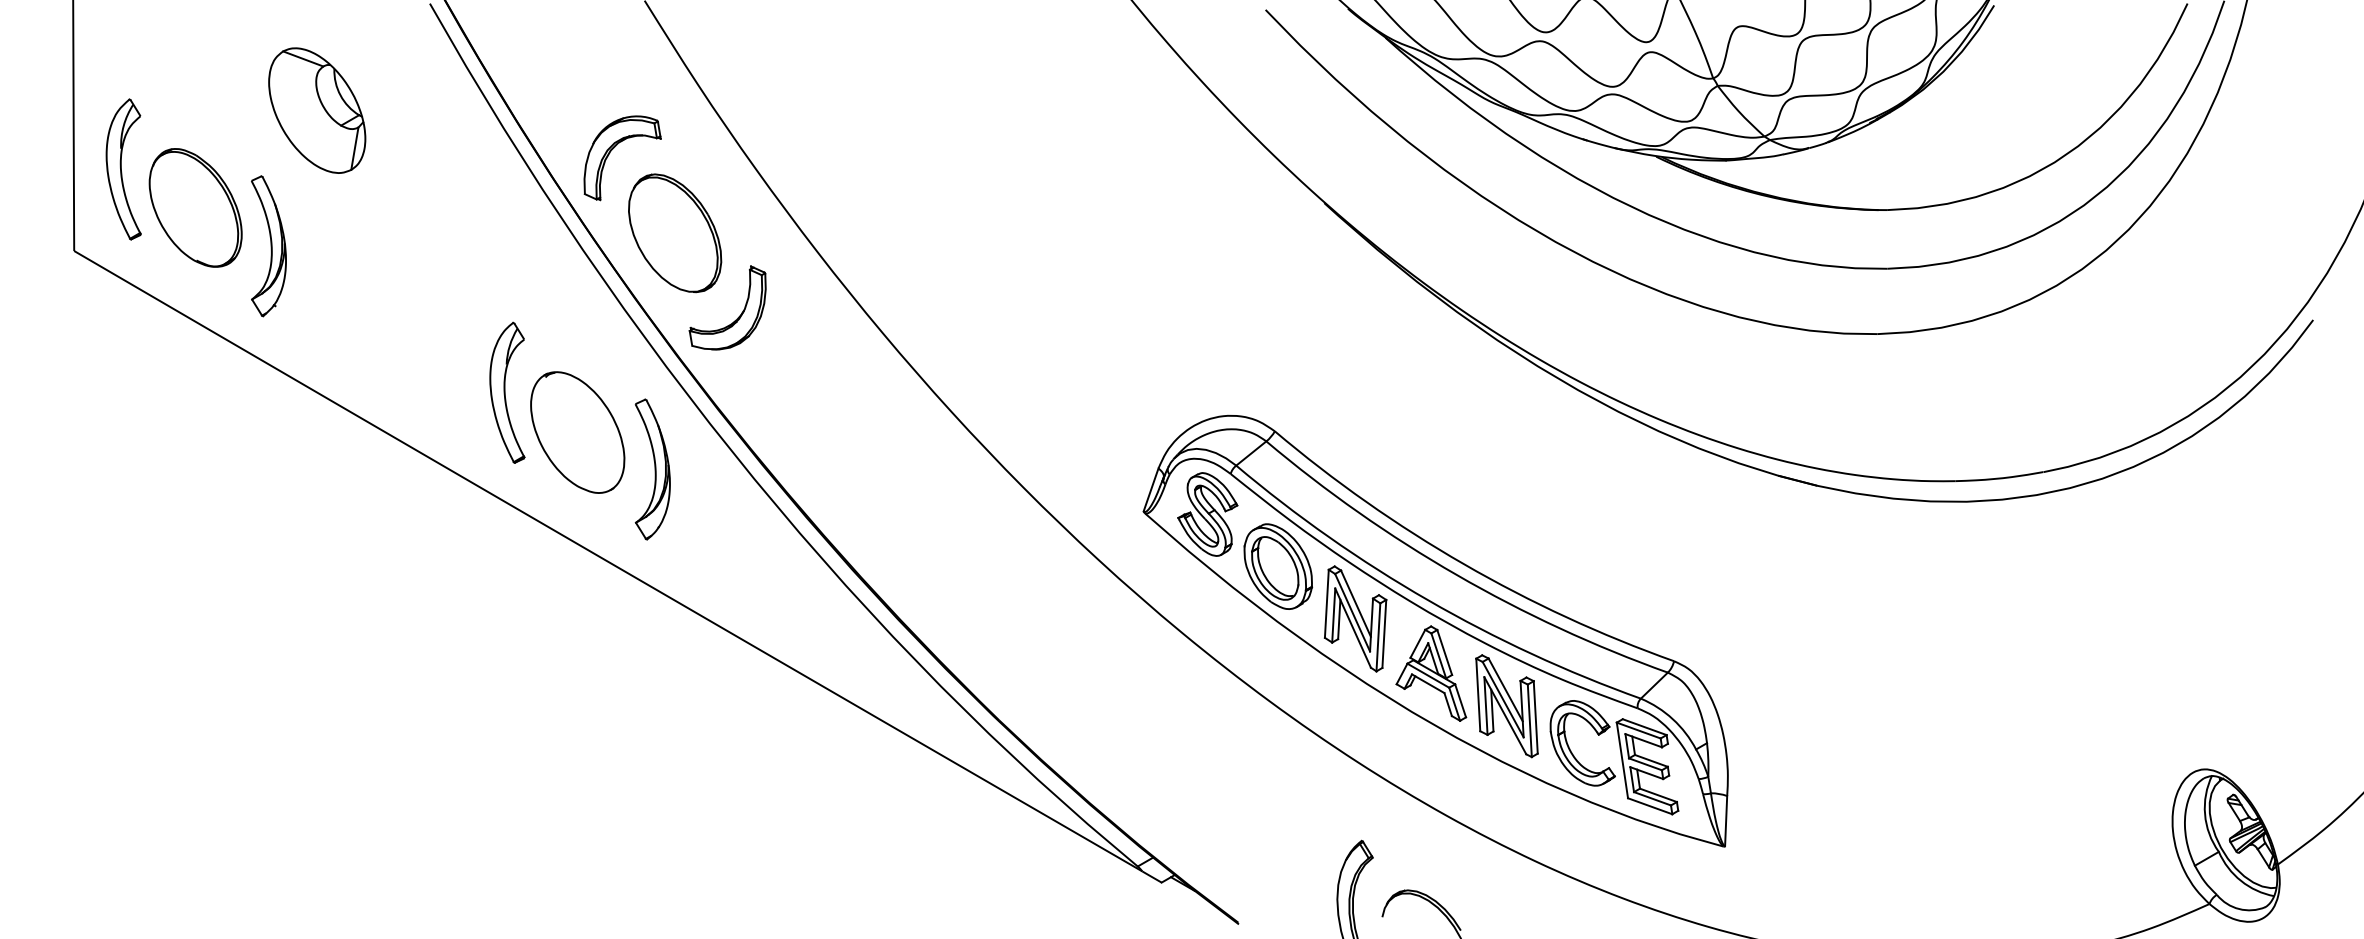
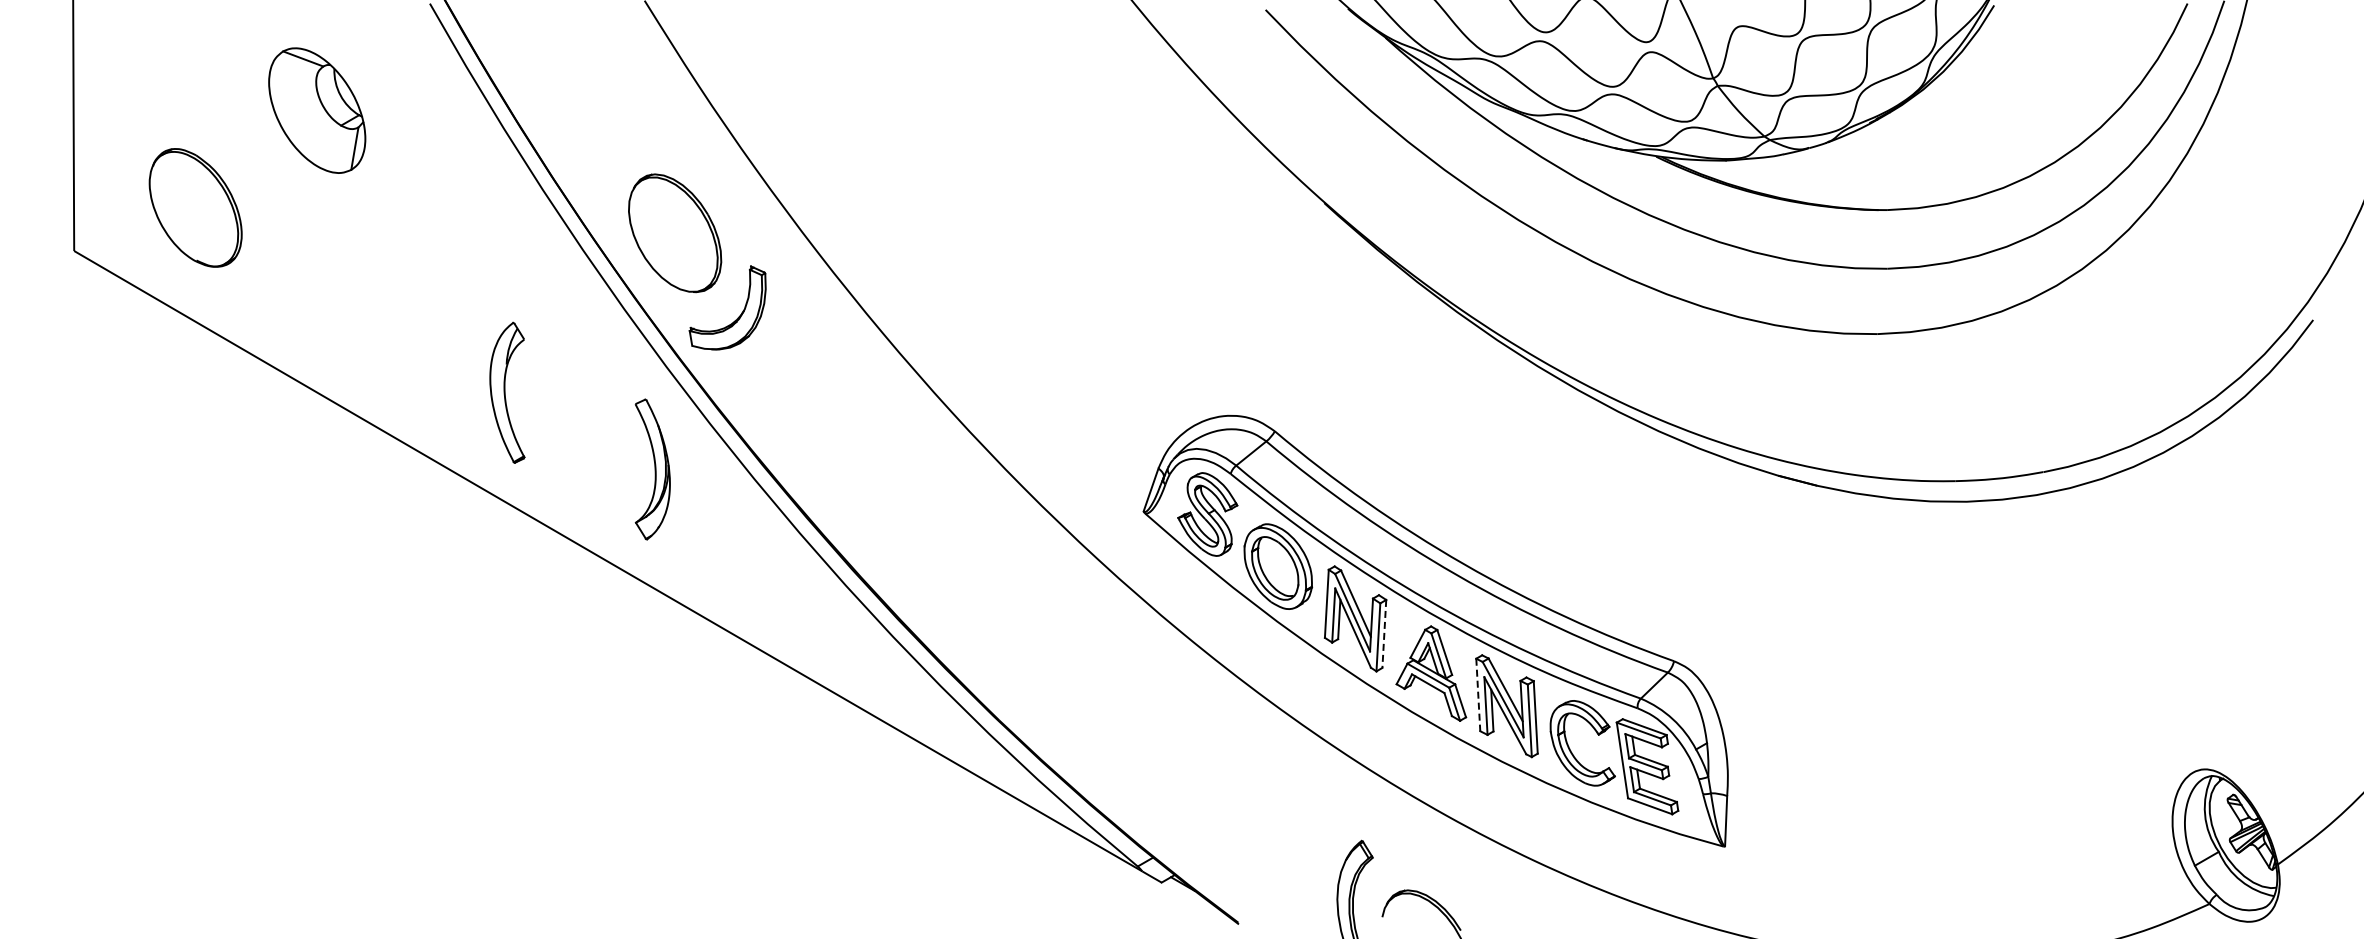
part at (613, 149): present -> none
part at (123, 169): present -> none
part at (268, 246): present -> none
part at (577, 432): present -> none
line at (1384, 634): solid -> dashed
line at (1478, 695): solid -> dashed
